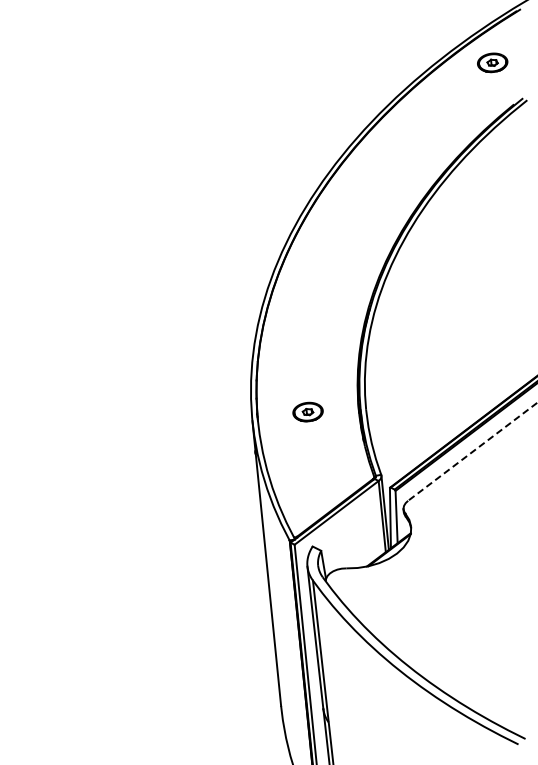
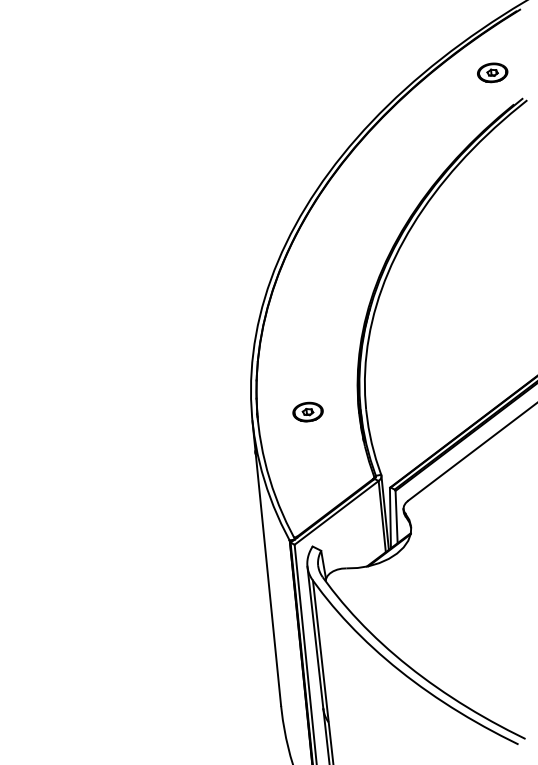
part at (492, 62) position: (492, 62) -> (492, 72)
line at (472, 451): dashed -> solid
